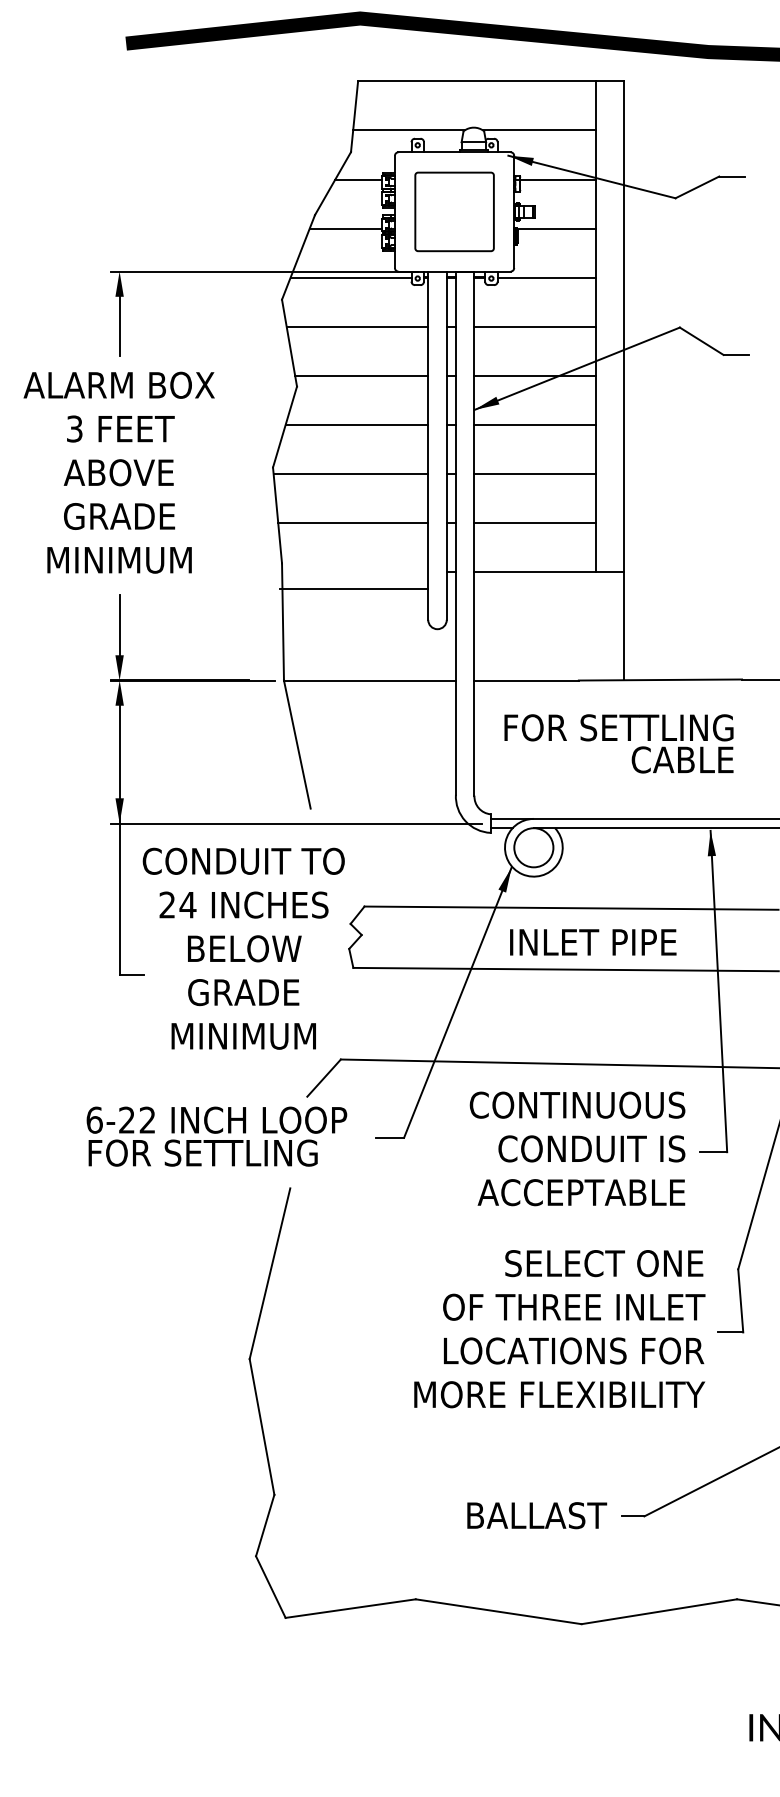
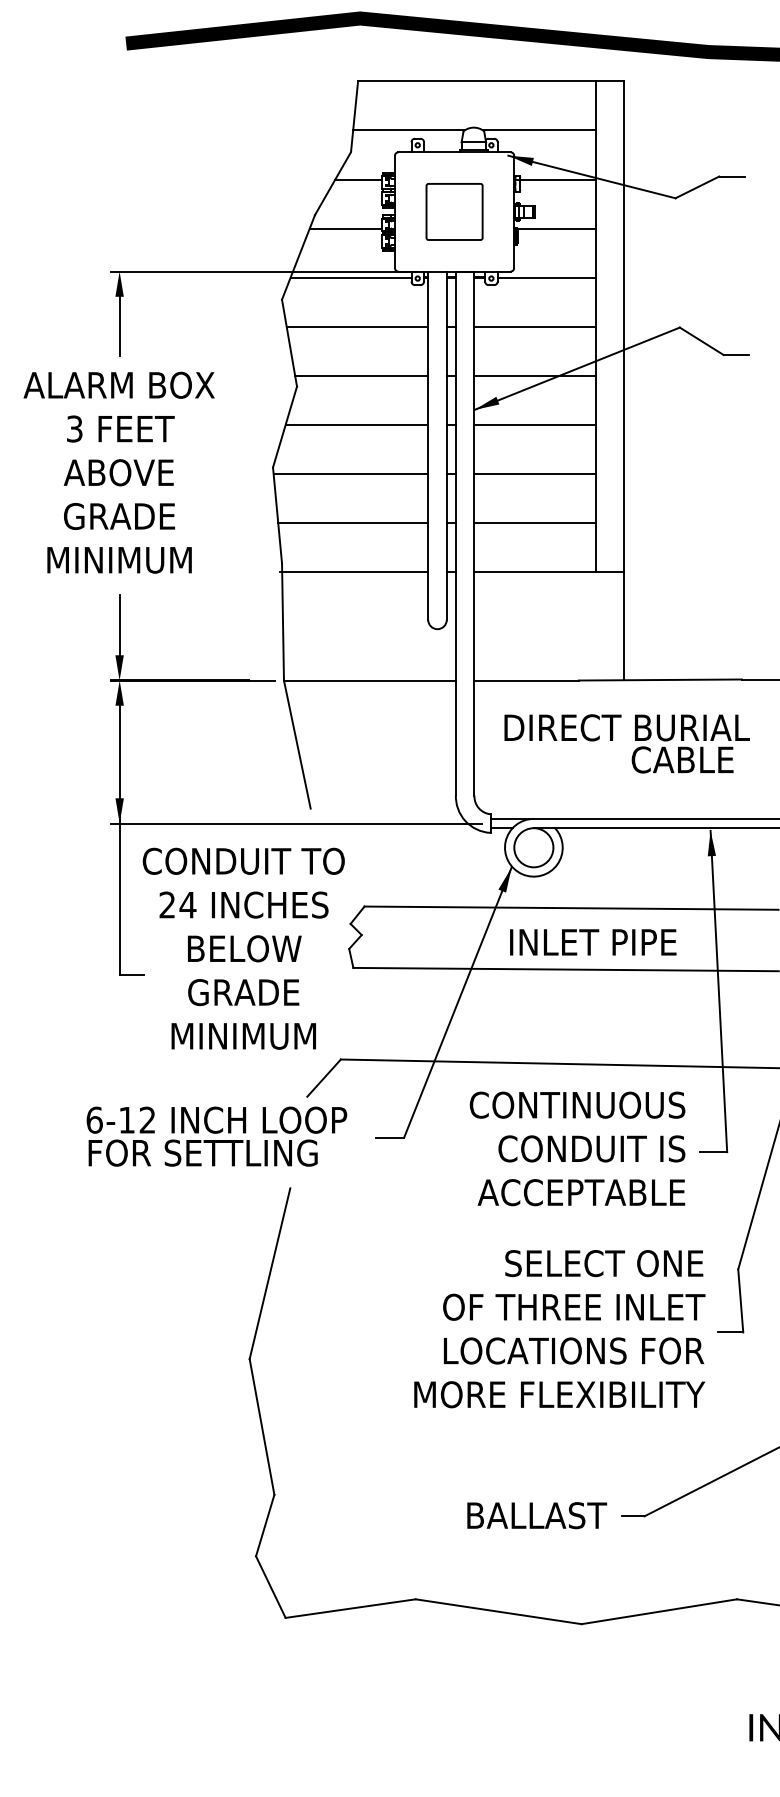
part at (454, 211) size: 81x82 px -> 59x58 px
line at (354, 589) position: (354, 589) -> (354, 572)
text at (628, 727): FOR SETTLING -> DIRECT BURIAL
text at (126, 1119): 6-22 -> 6-12
